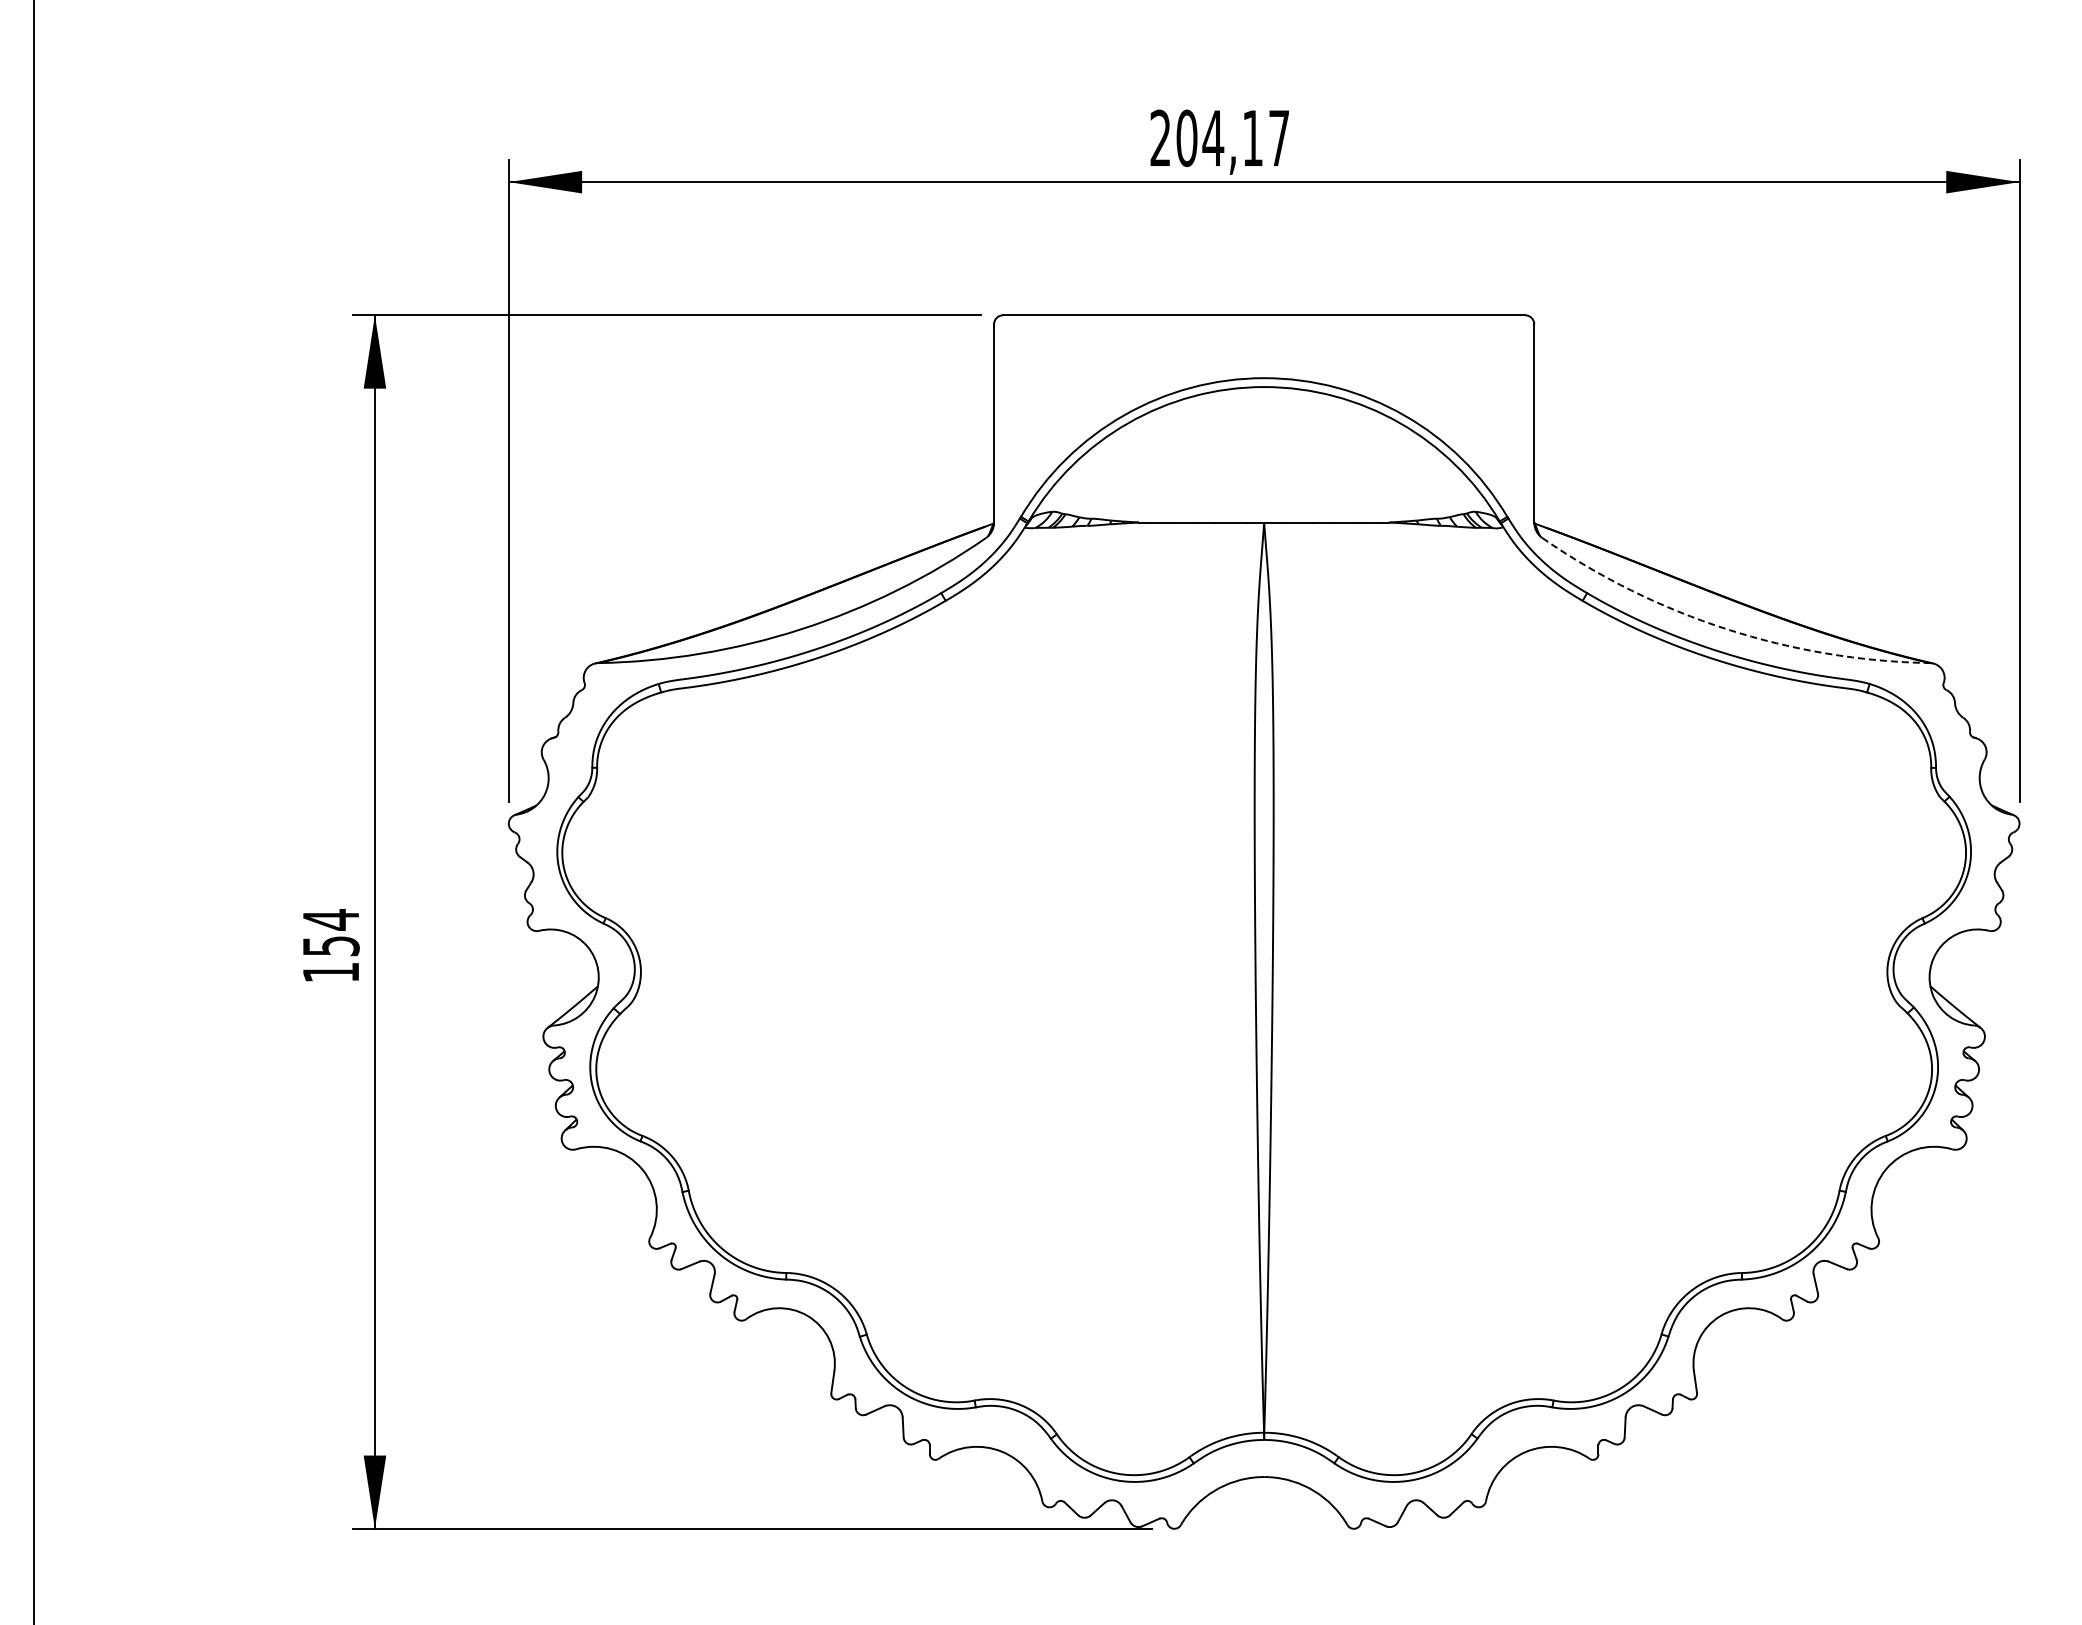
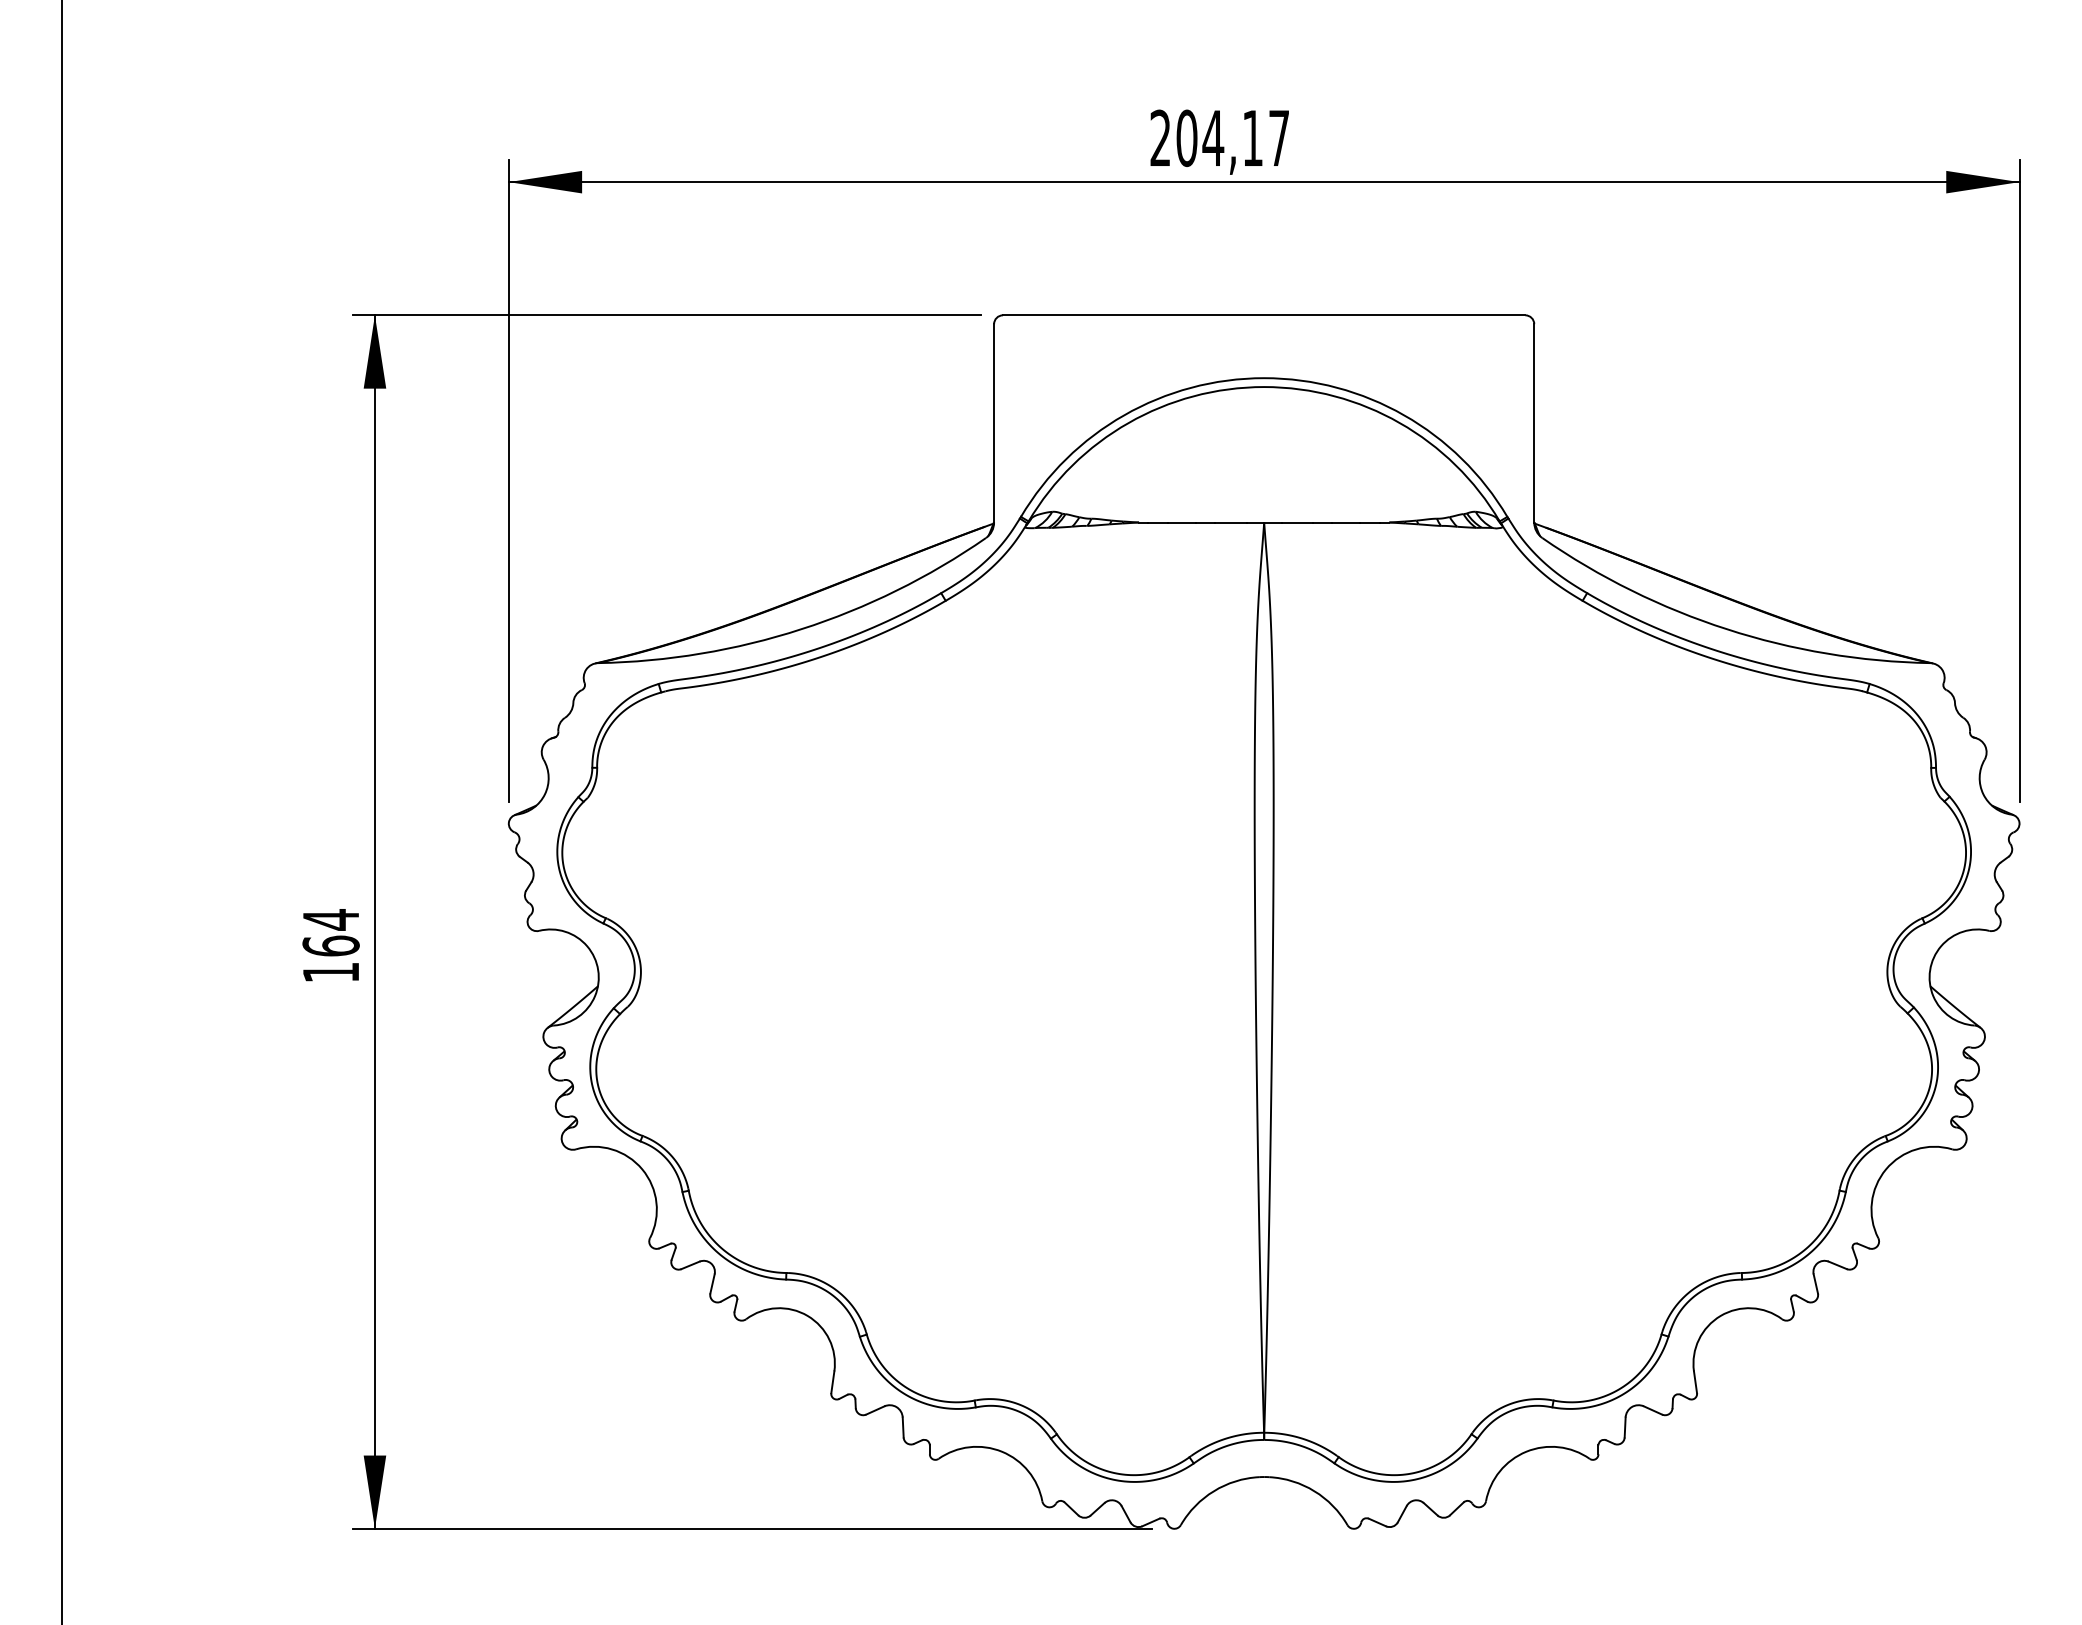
arc at (1726, 629): dashed -> solid
line at (34, 811) position: (34, 811) -> (62, 811)
text at (330, 945): 154 -> 164
